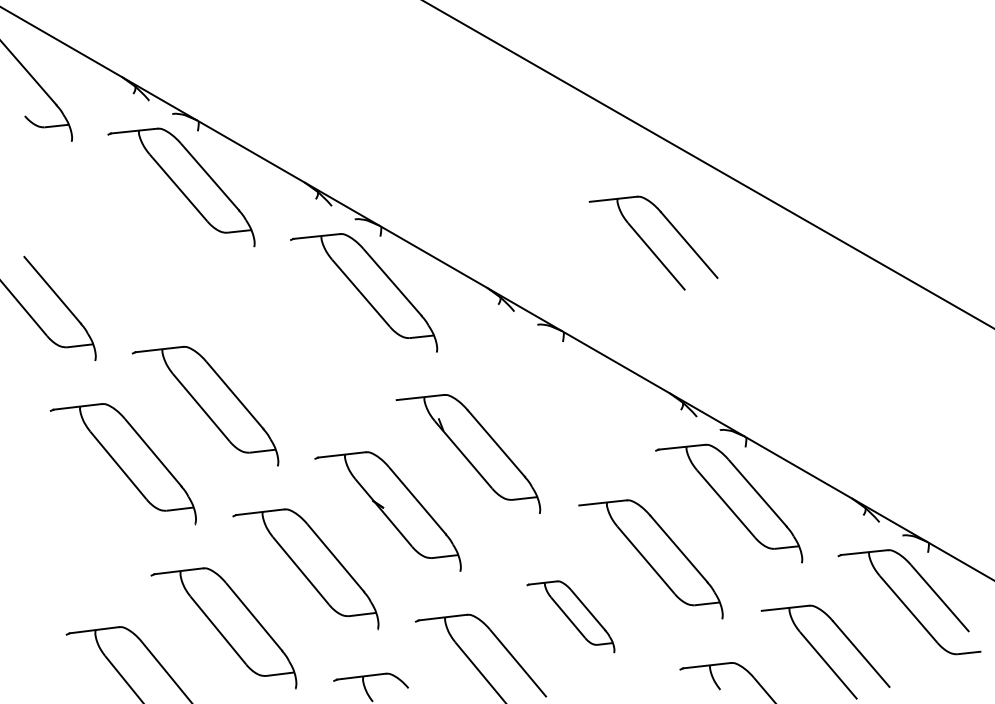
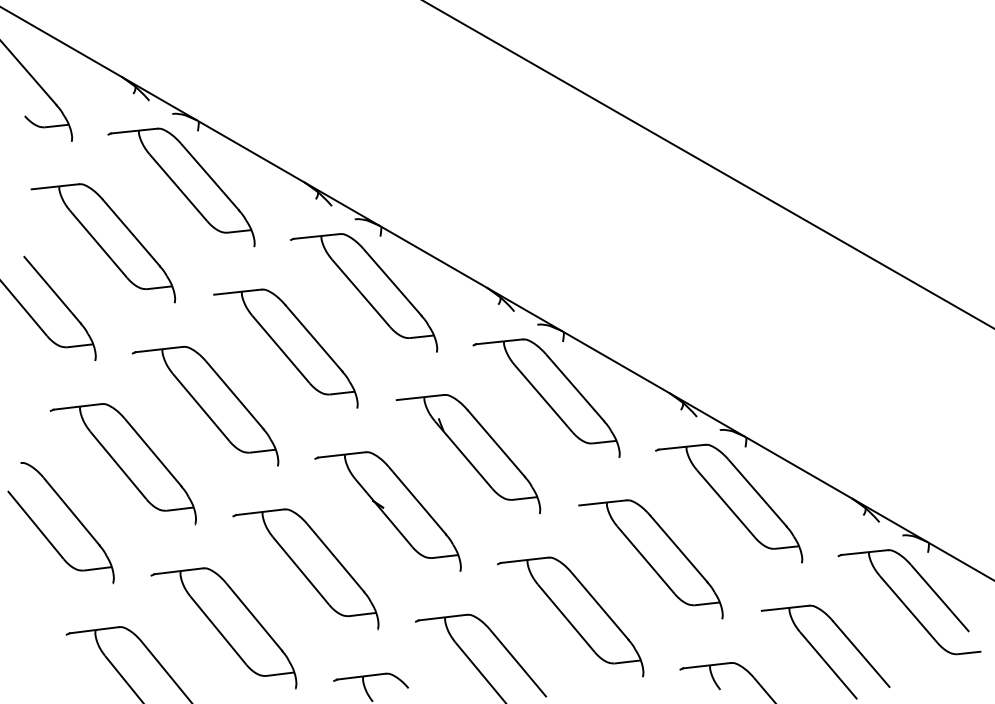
part at (653, 242): present -> none
part at (102, 243): none -> present
part at (285, 348): none -> present
part at (546, 397): none -> present
part at (72, 514): none -> present
part at (570, 616) size: 90x74 px -> 148x122 px
